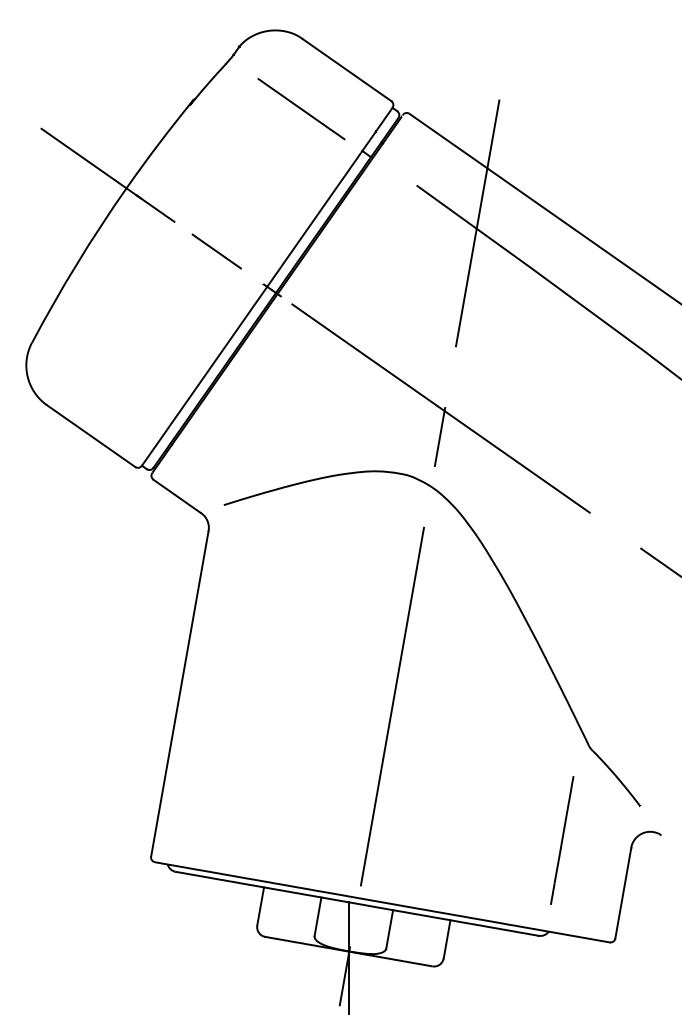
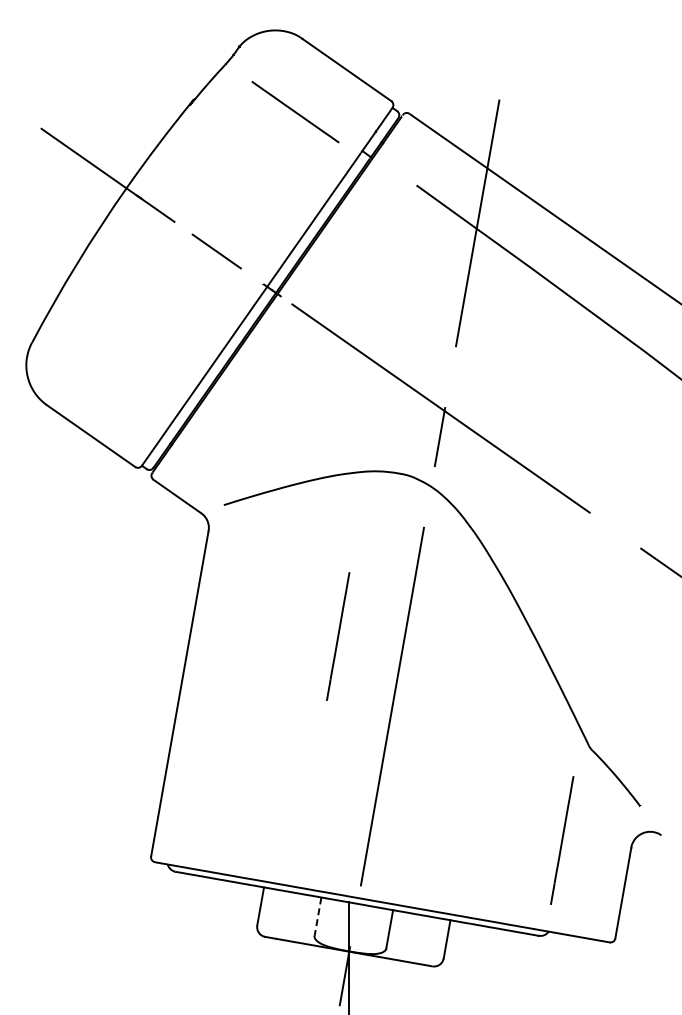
line at (301, 109) position: (301, 109) -> (295, 112)
line at (338, 636): none -> present
line at (317, 917): solid -> dashed
